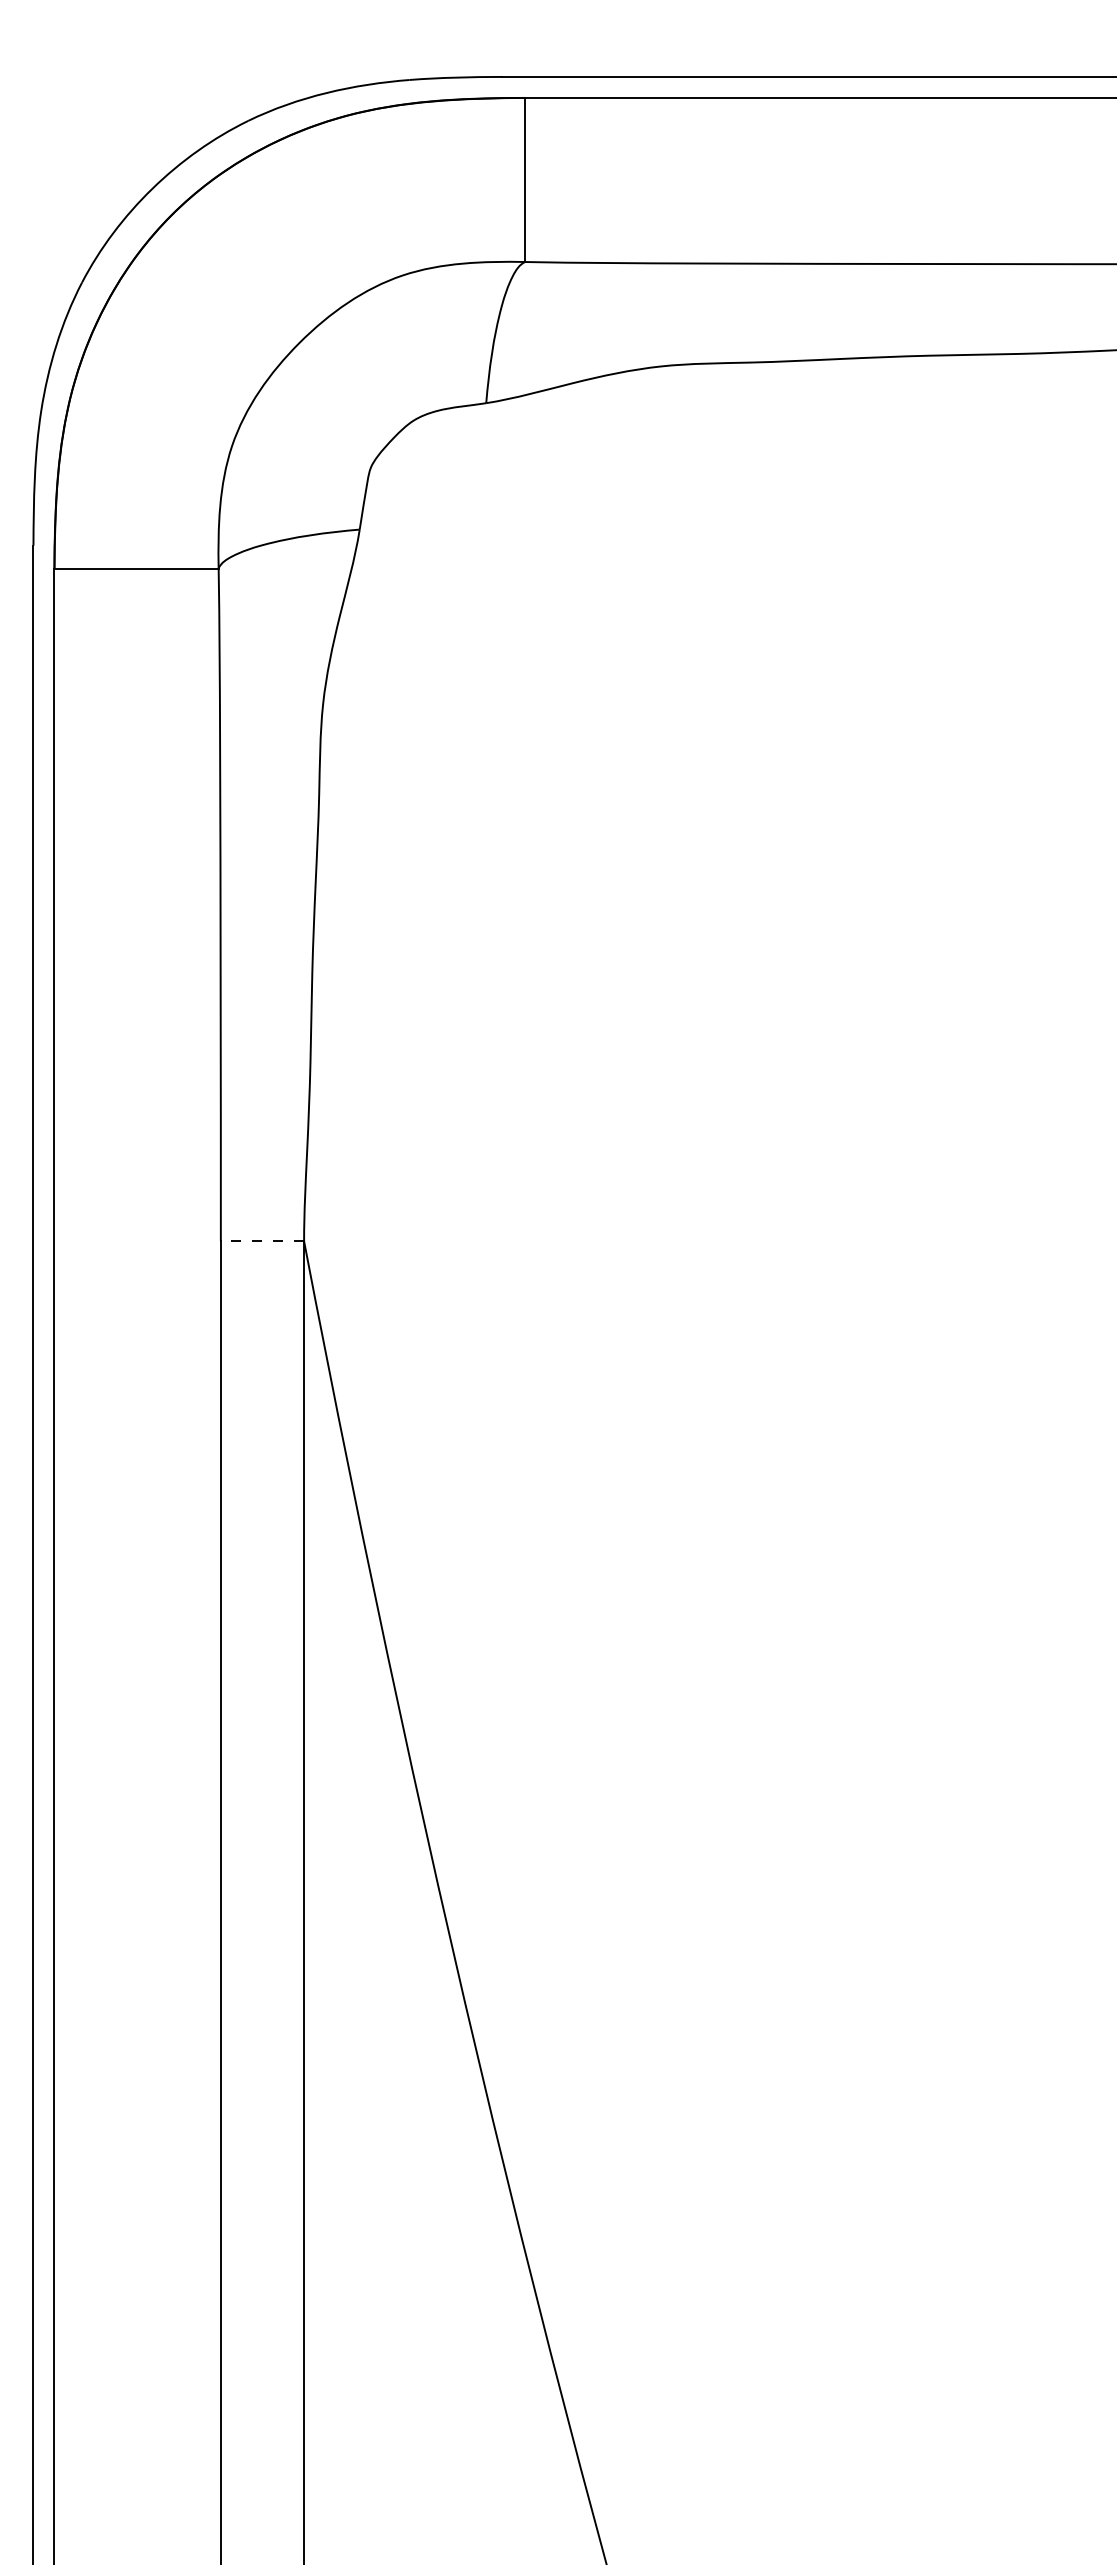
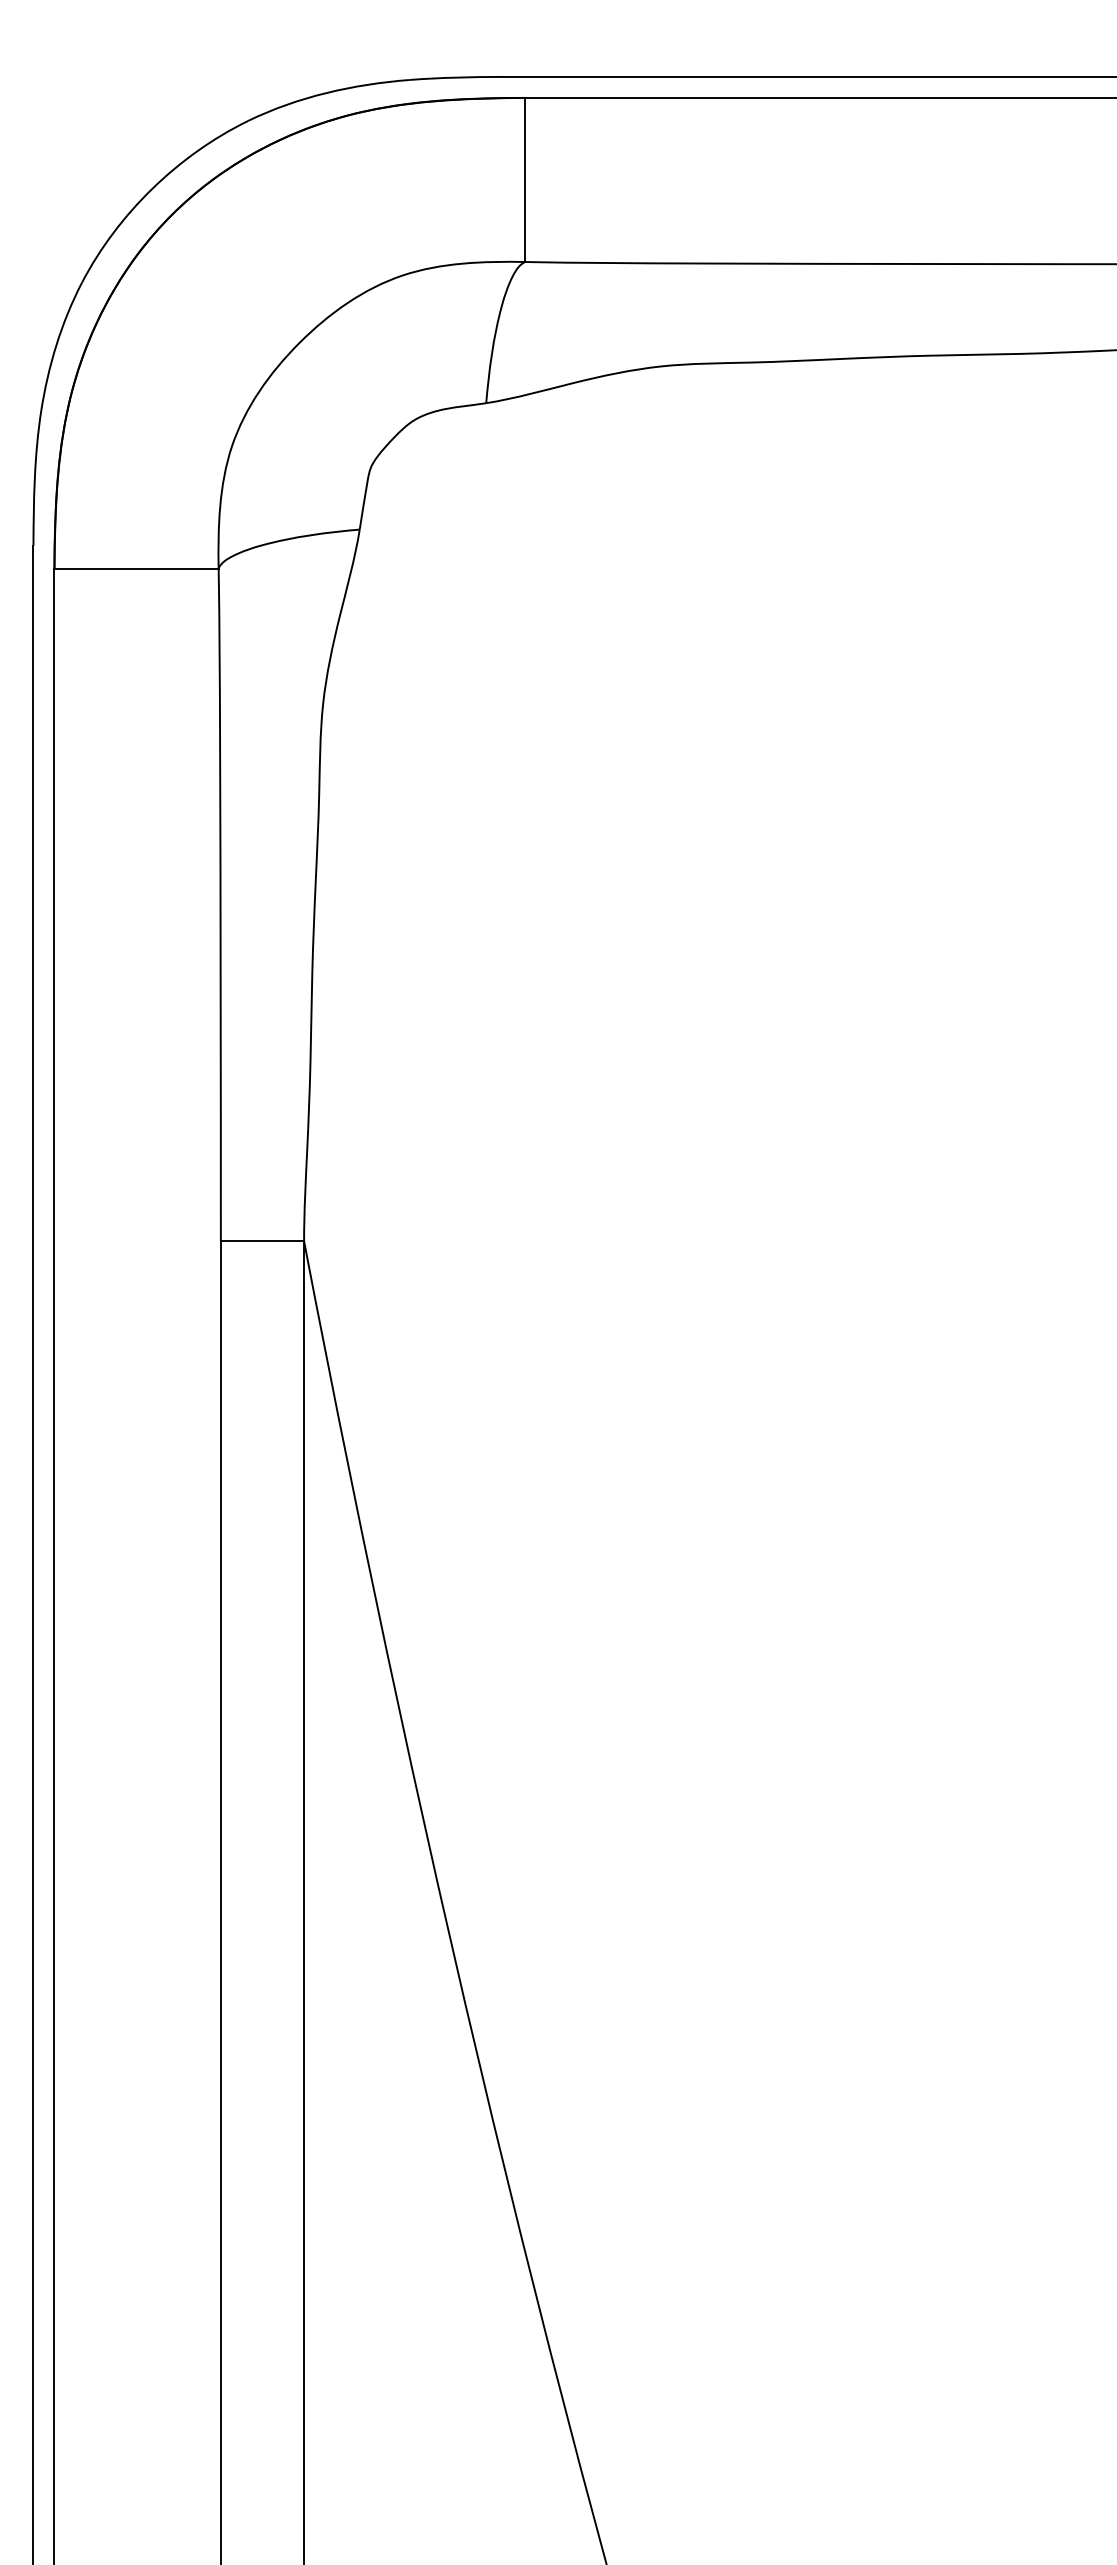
line at (262, 1241): dashed -> solid
